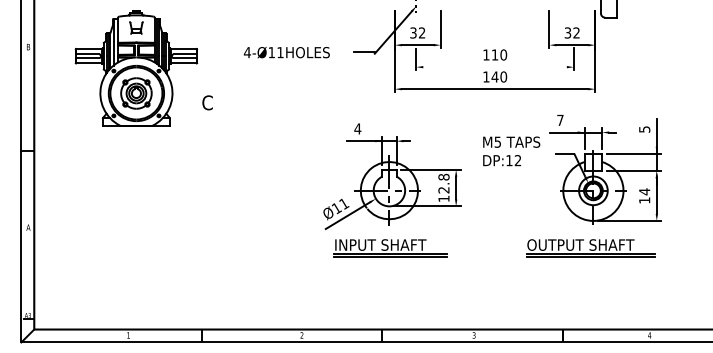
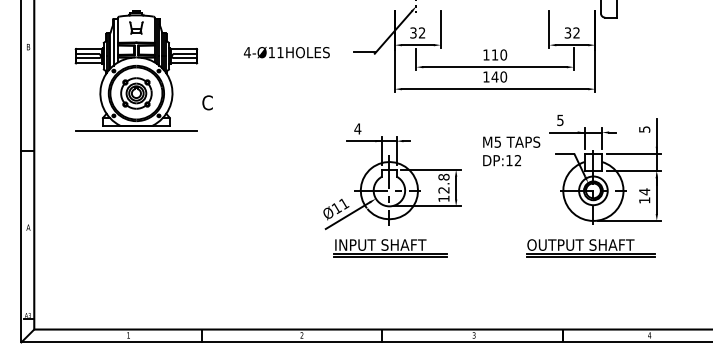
line at (494, 67): none -> present
text at (560, 120): 7 -> 5
line at (135, 130): none -> present
